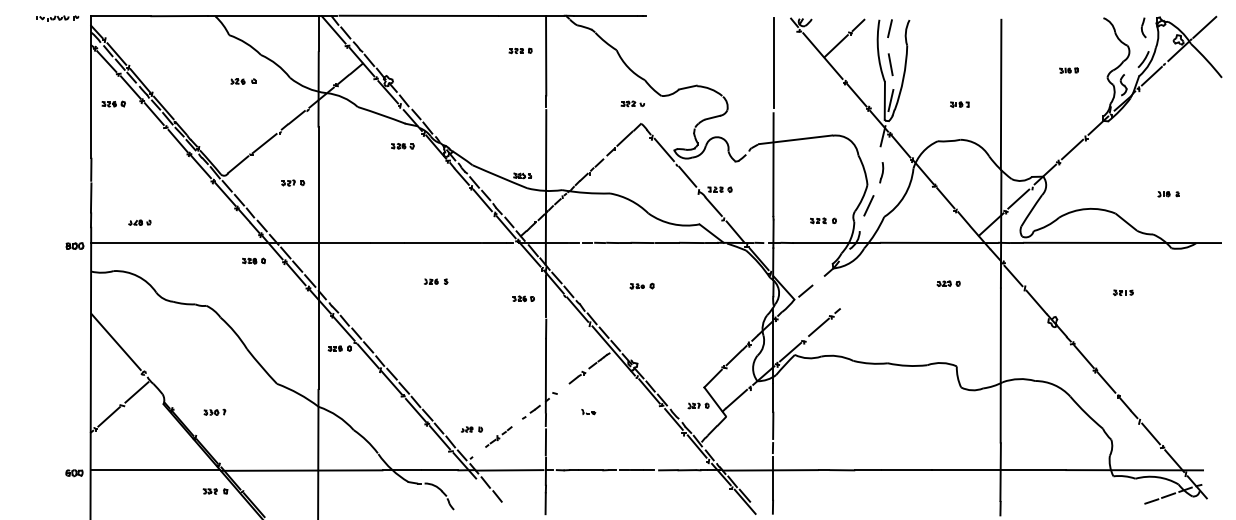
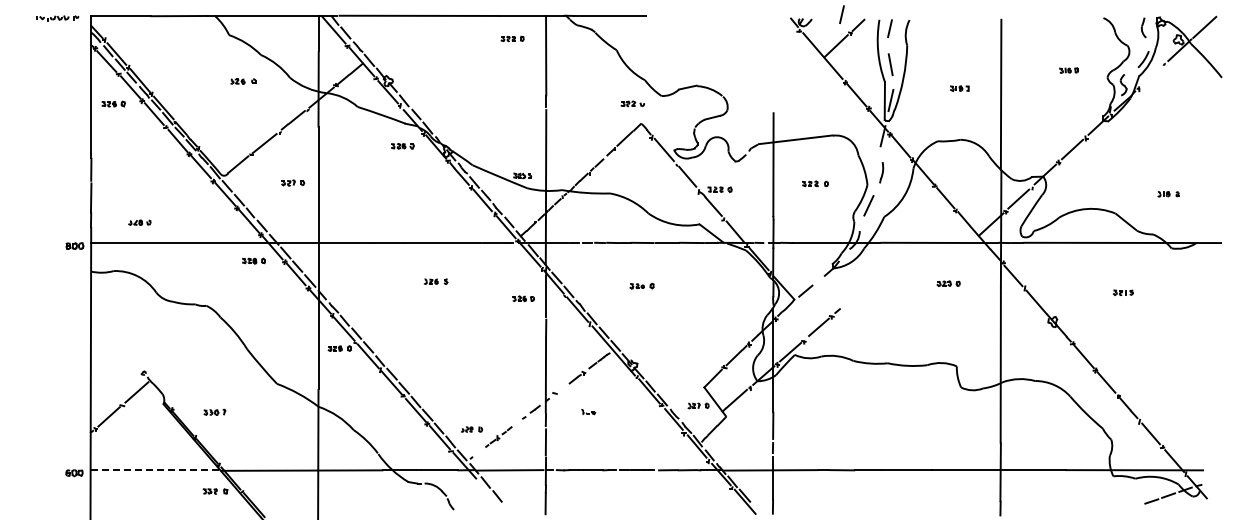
line at (841, 14): none -> present
part at (520, 50) position: (520, 50) -> (512, 38)
line at (773, 62): present -> none
line at (1151, 76): present -> none
part at (959, 104) position: (959, 104) -> (959, 88)
part at (823, 220) position: (823, 220) -> (815, 183)
line at (115, 341): present -> none
line at (155, 470): solid -> dashed
